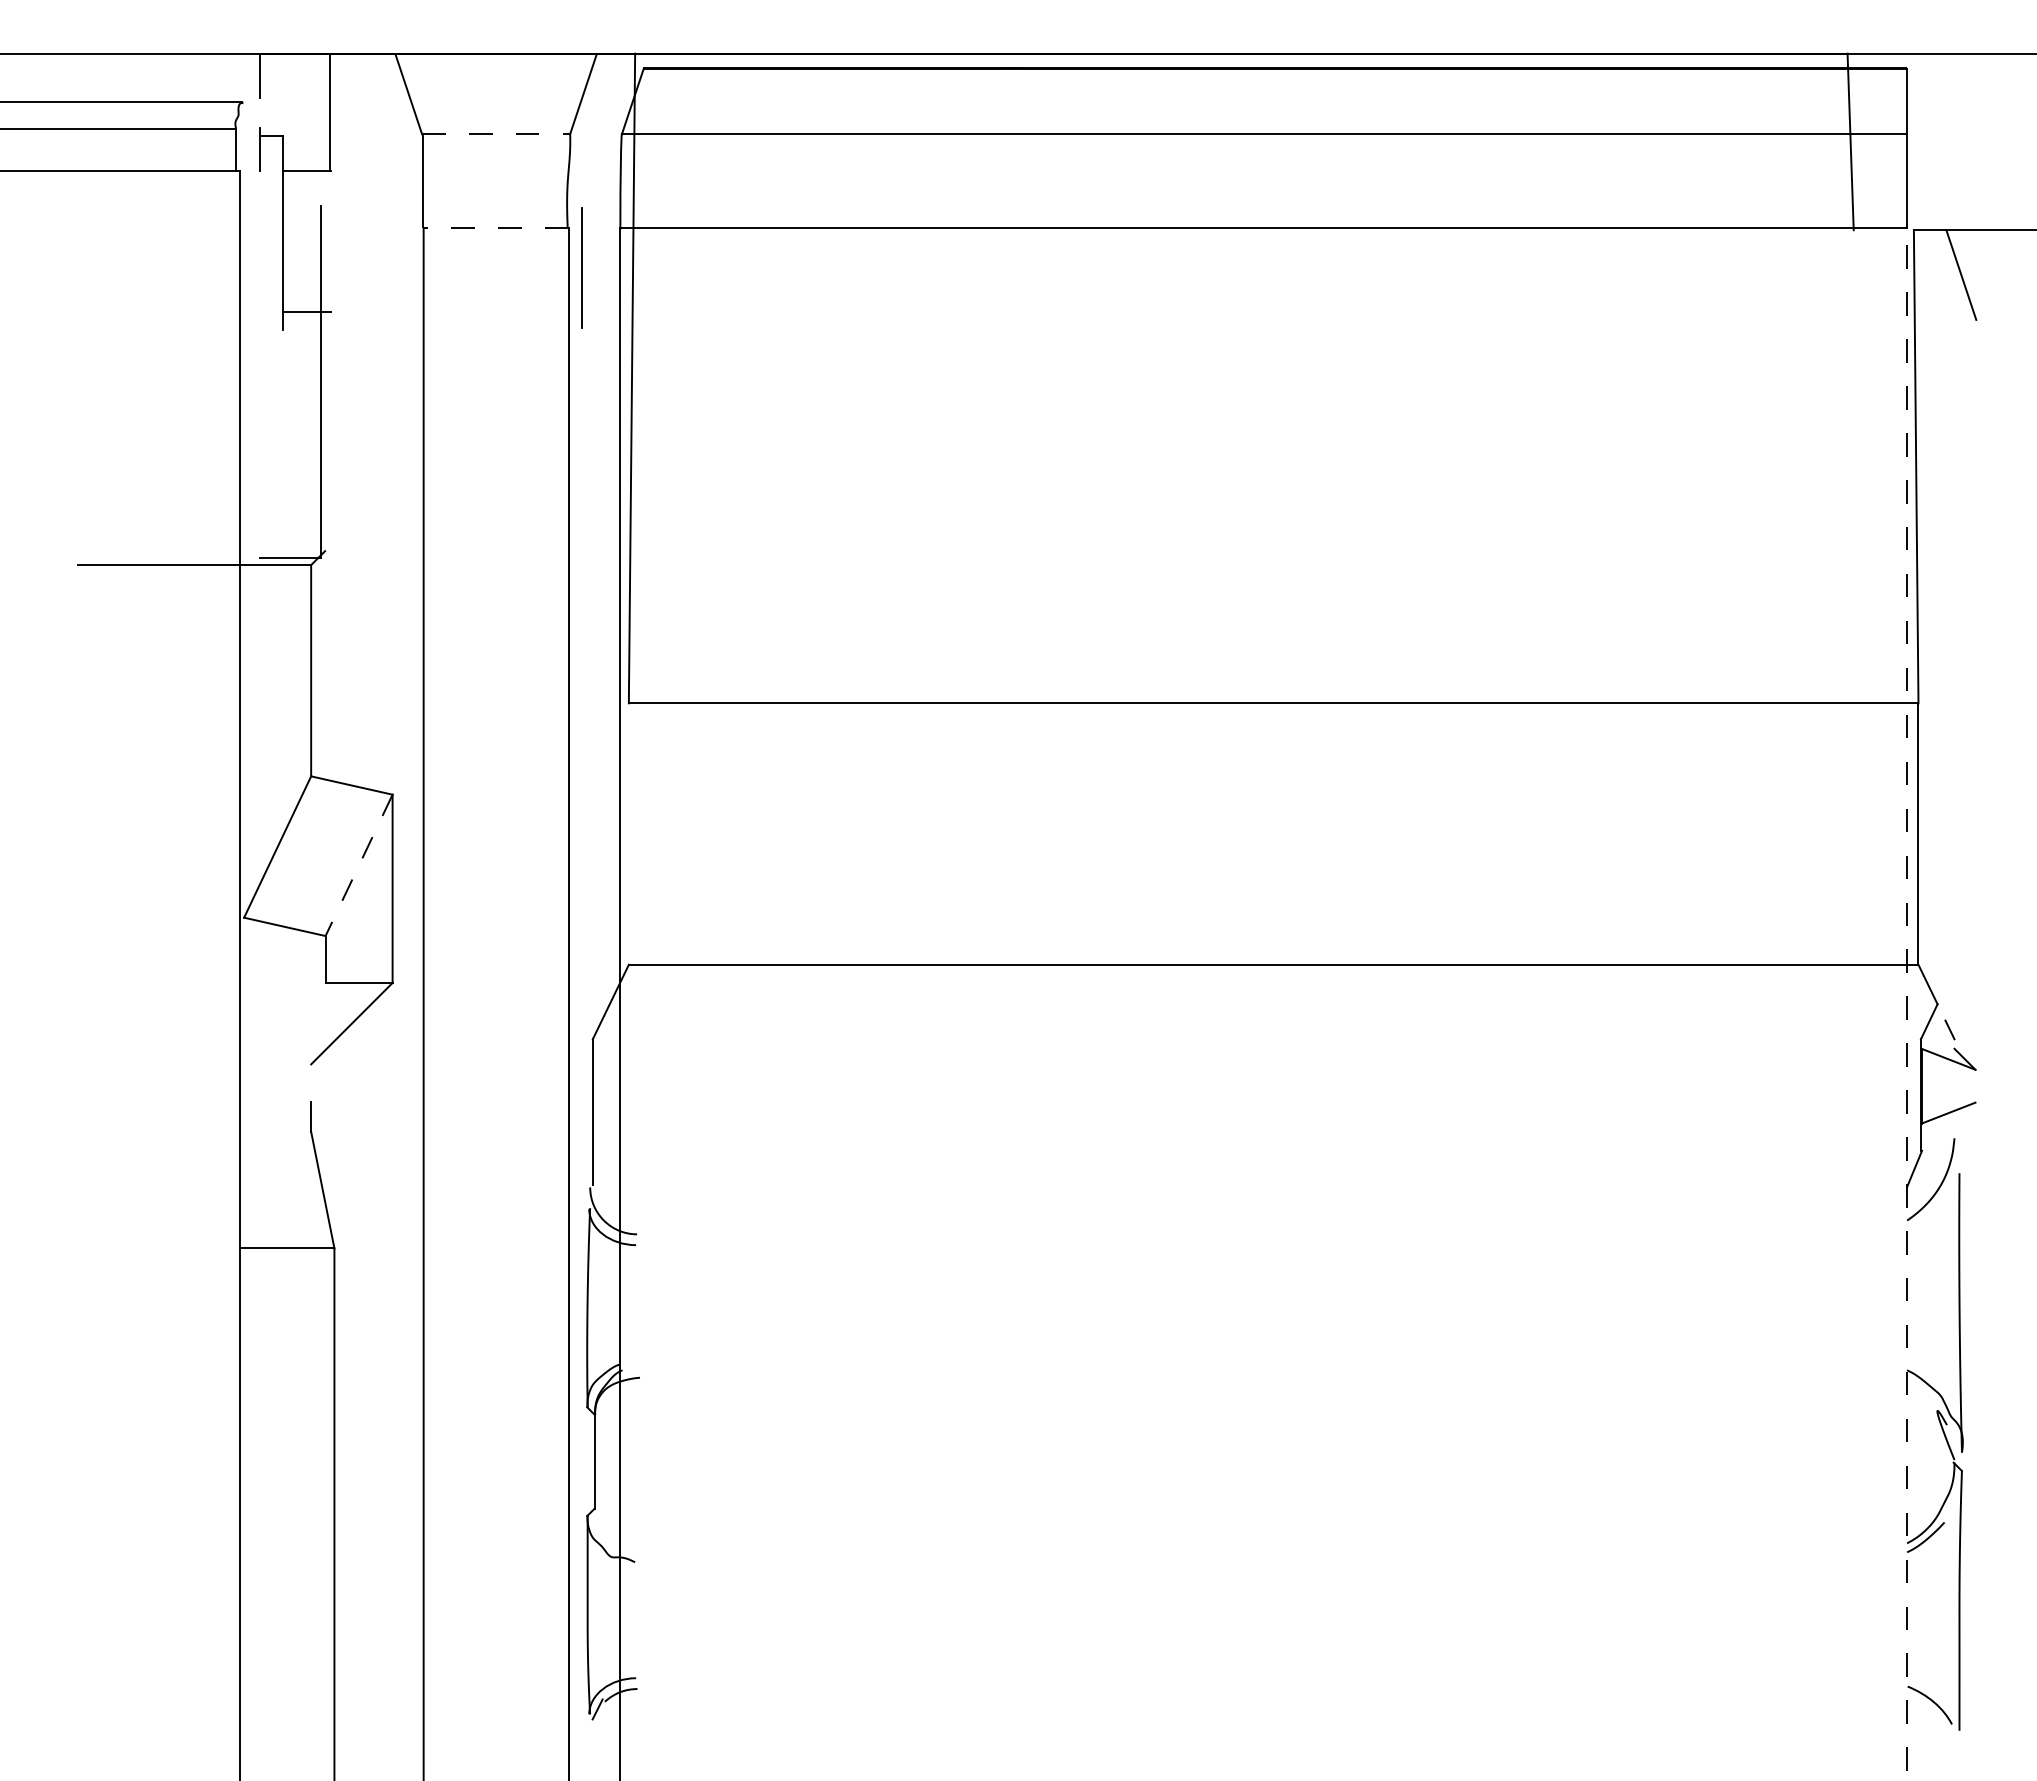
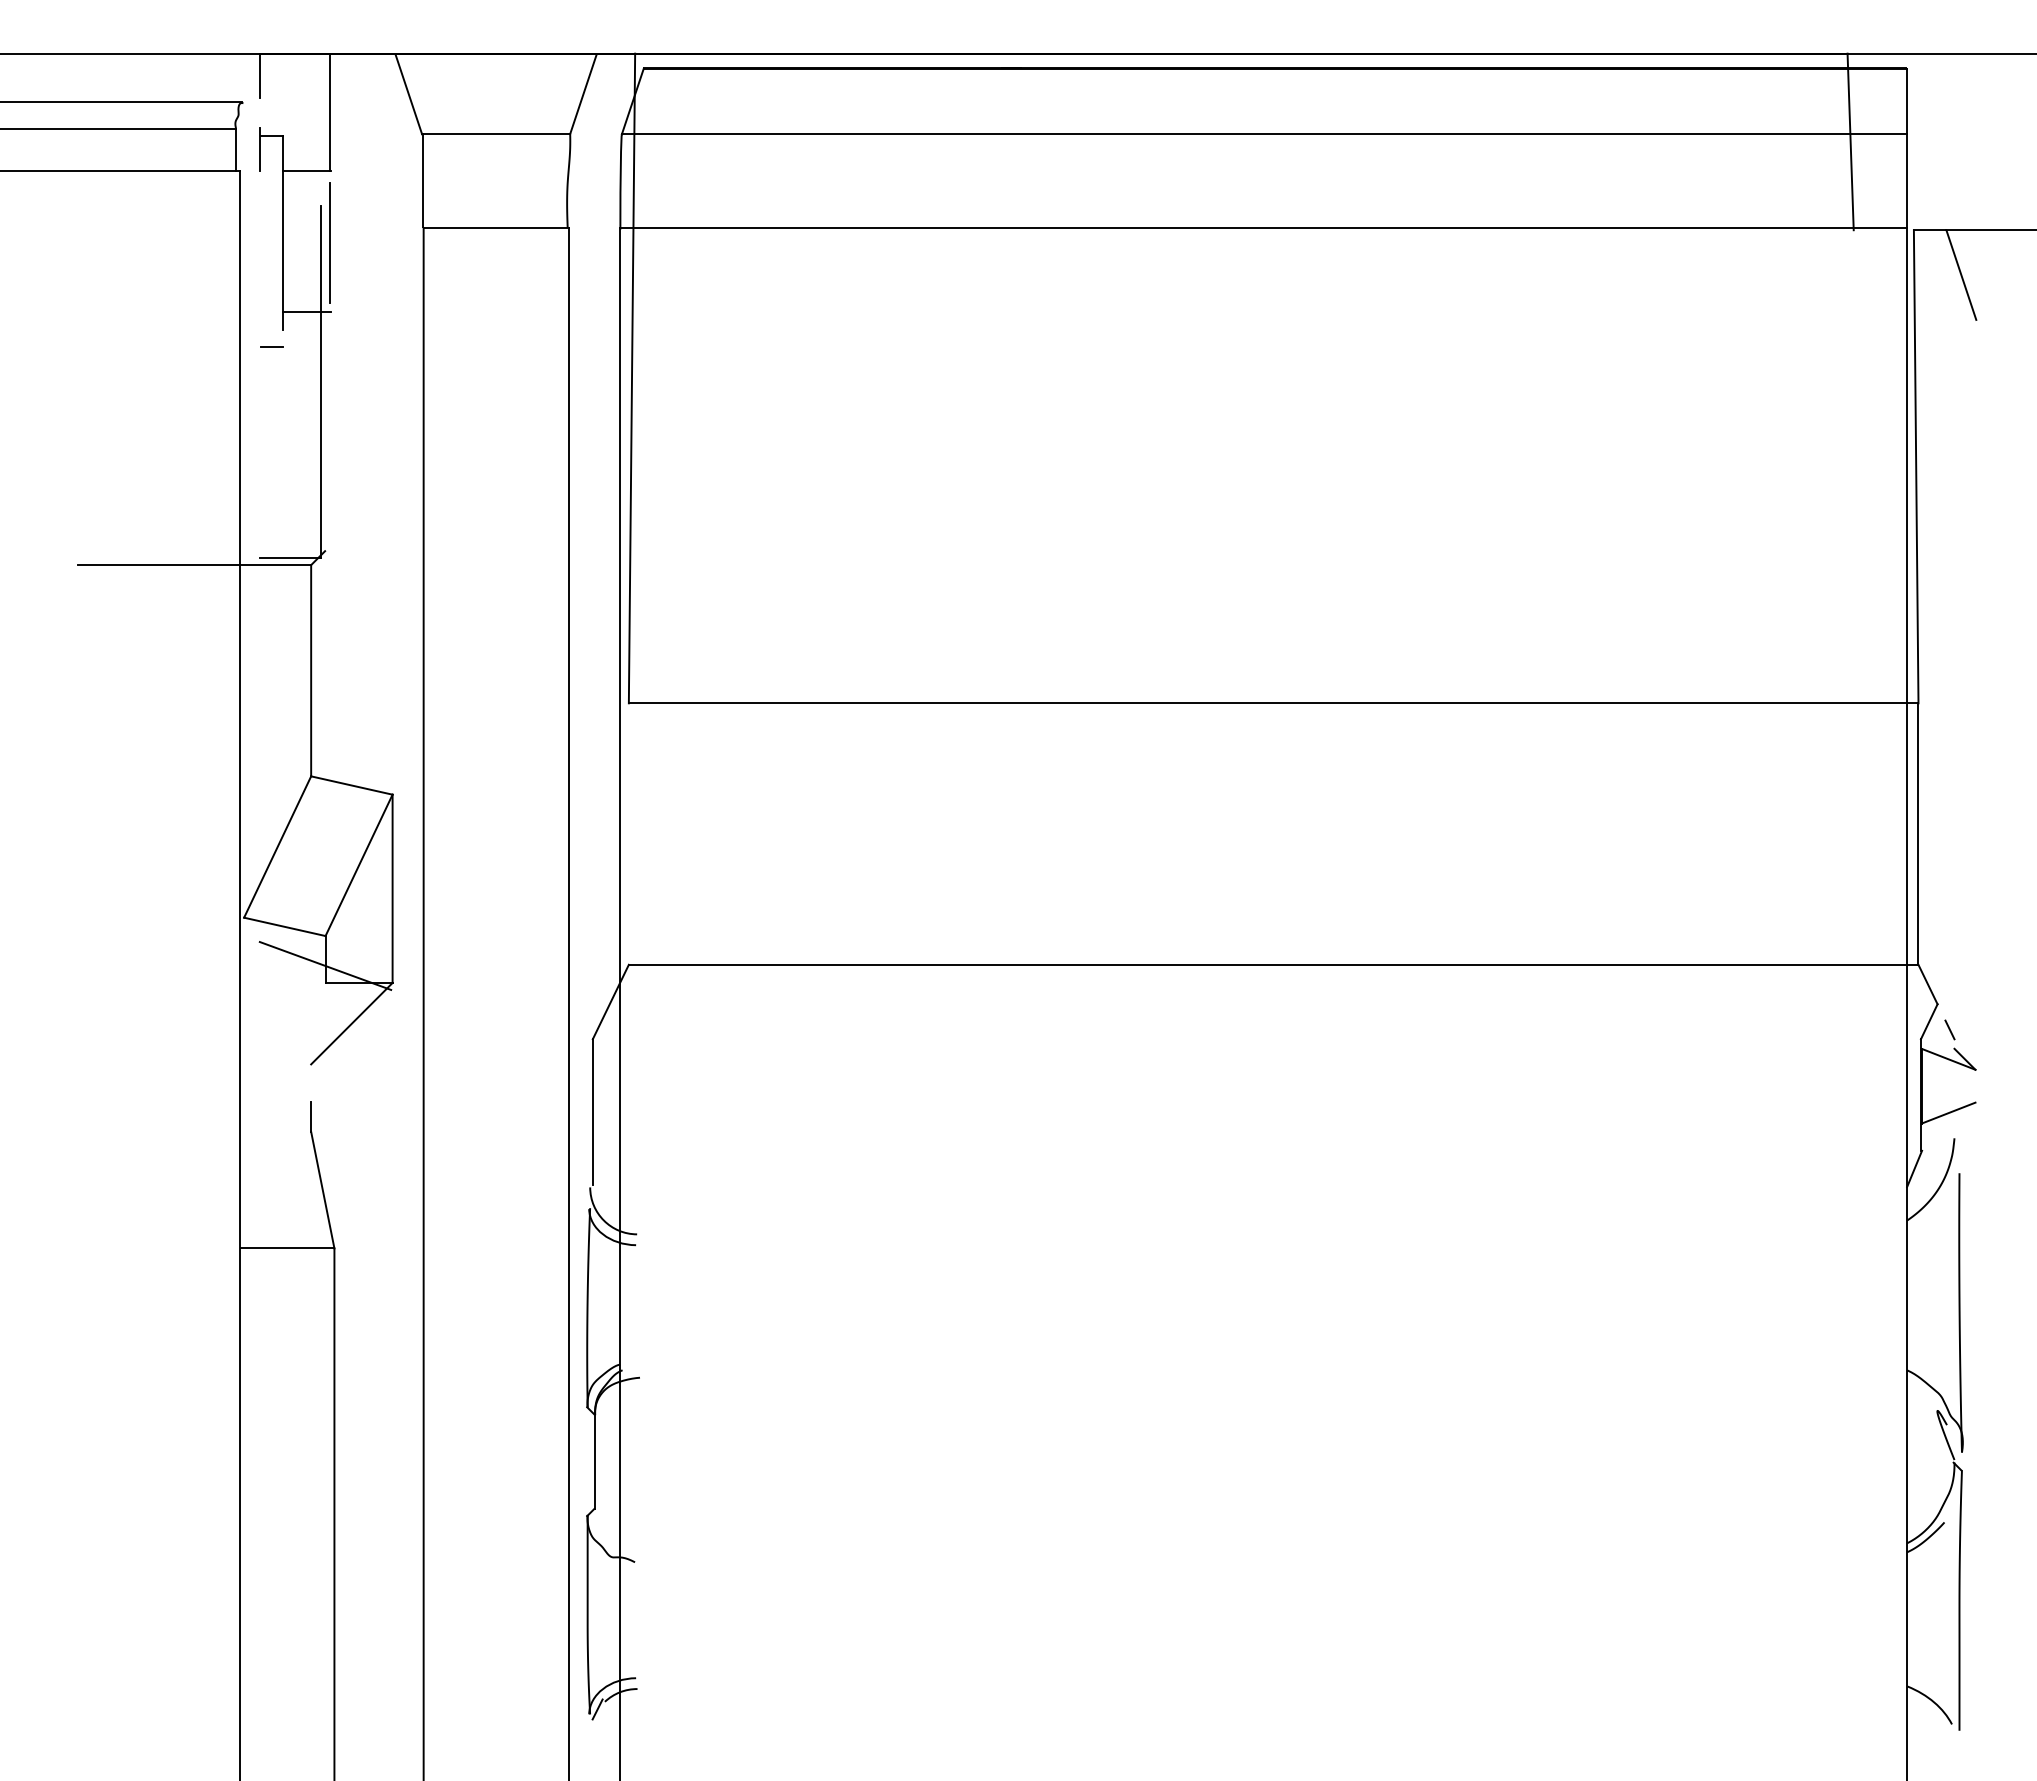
line at (496, 134): dashed -> solid
line at (495, 228): dashed -> solid
line at (581, 267) position: (581, 267) -> (329, 242)
line at (271, 346): none -> present
line at (358, 865): dashed -> solid
line at (325, 965): none -> present
line at (1907, 1003): dashed -> solid
